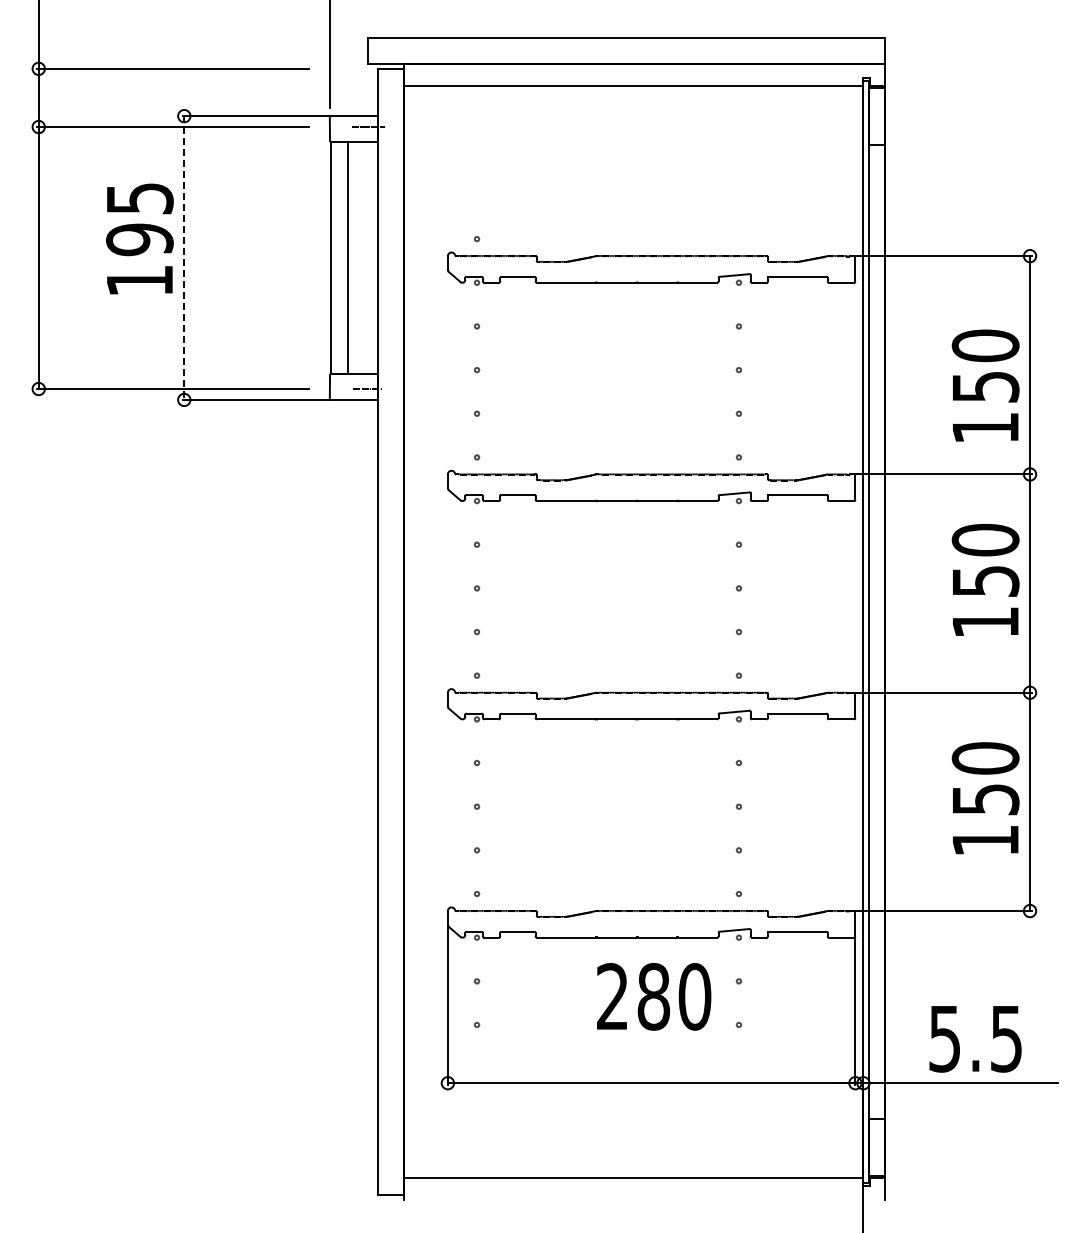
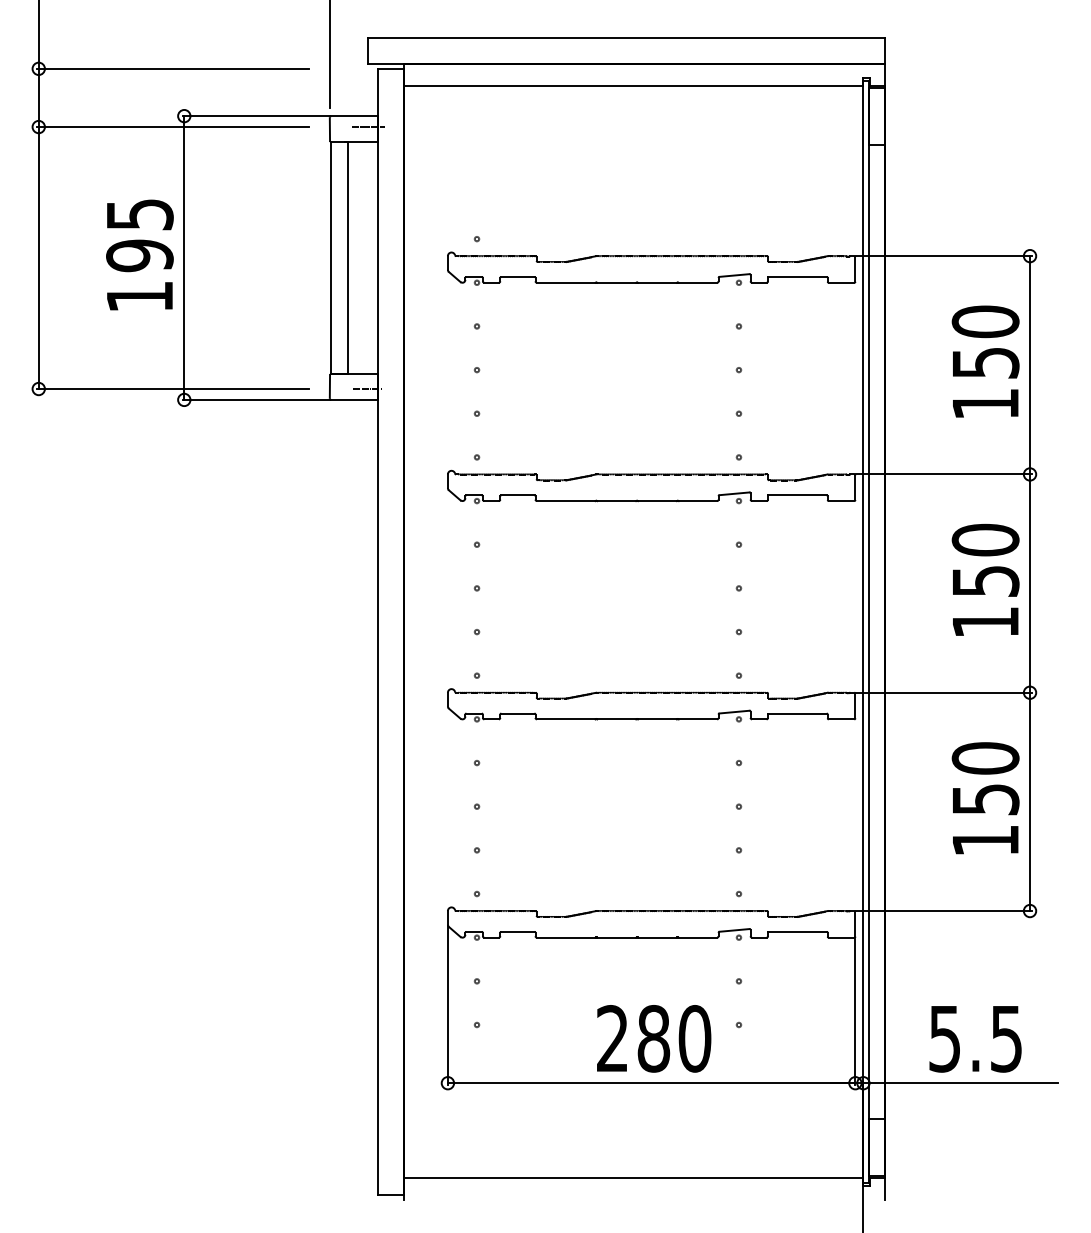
text at (139, 238) position: (139, 238) -> (139, 254)
line at (184, 258): dashed -> solid
text at (985, 385) position: (985, 385) -> (985, 361)
text at (654, 996) position: (654, 996) -> (654, 1038)
